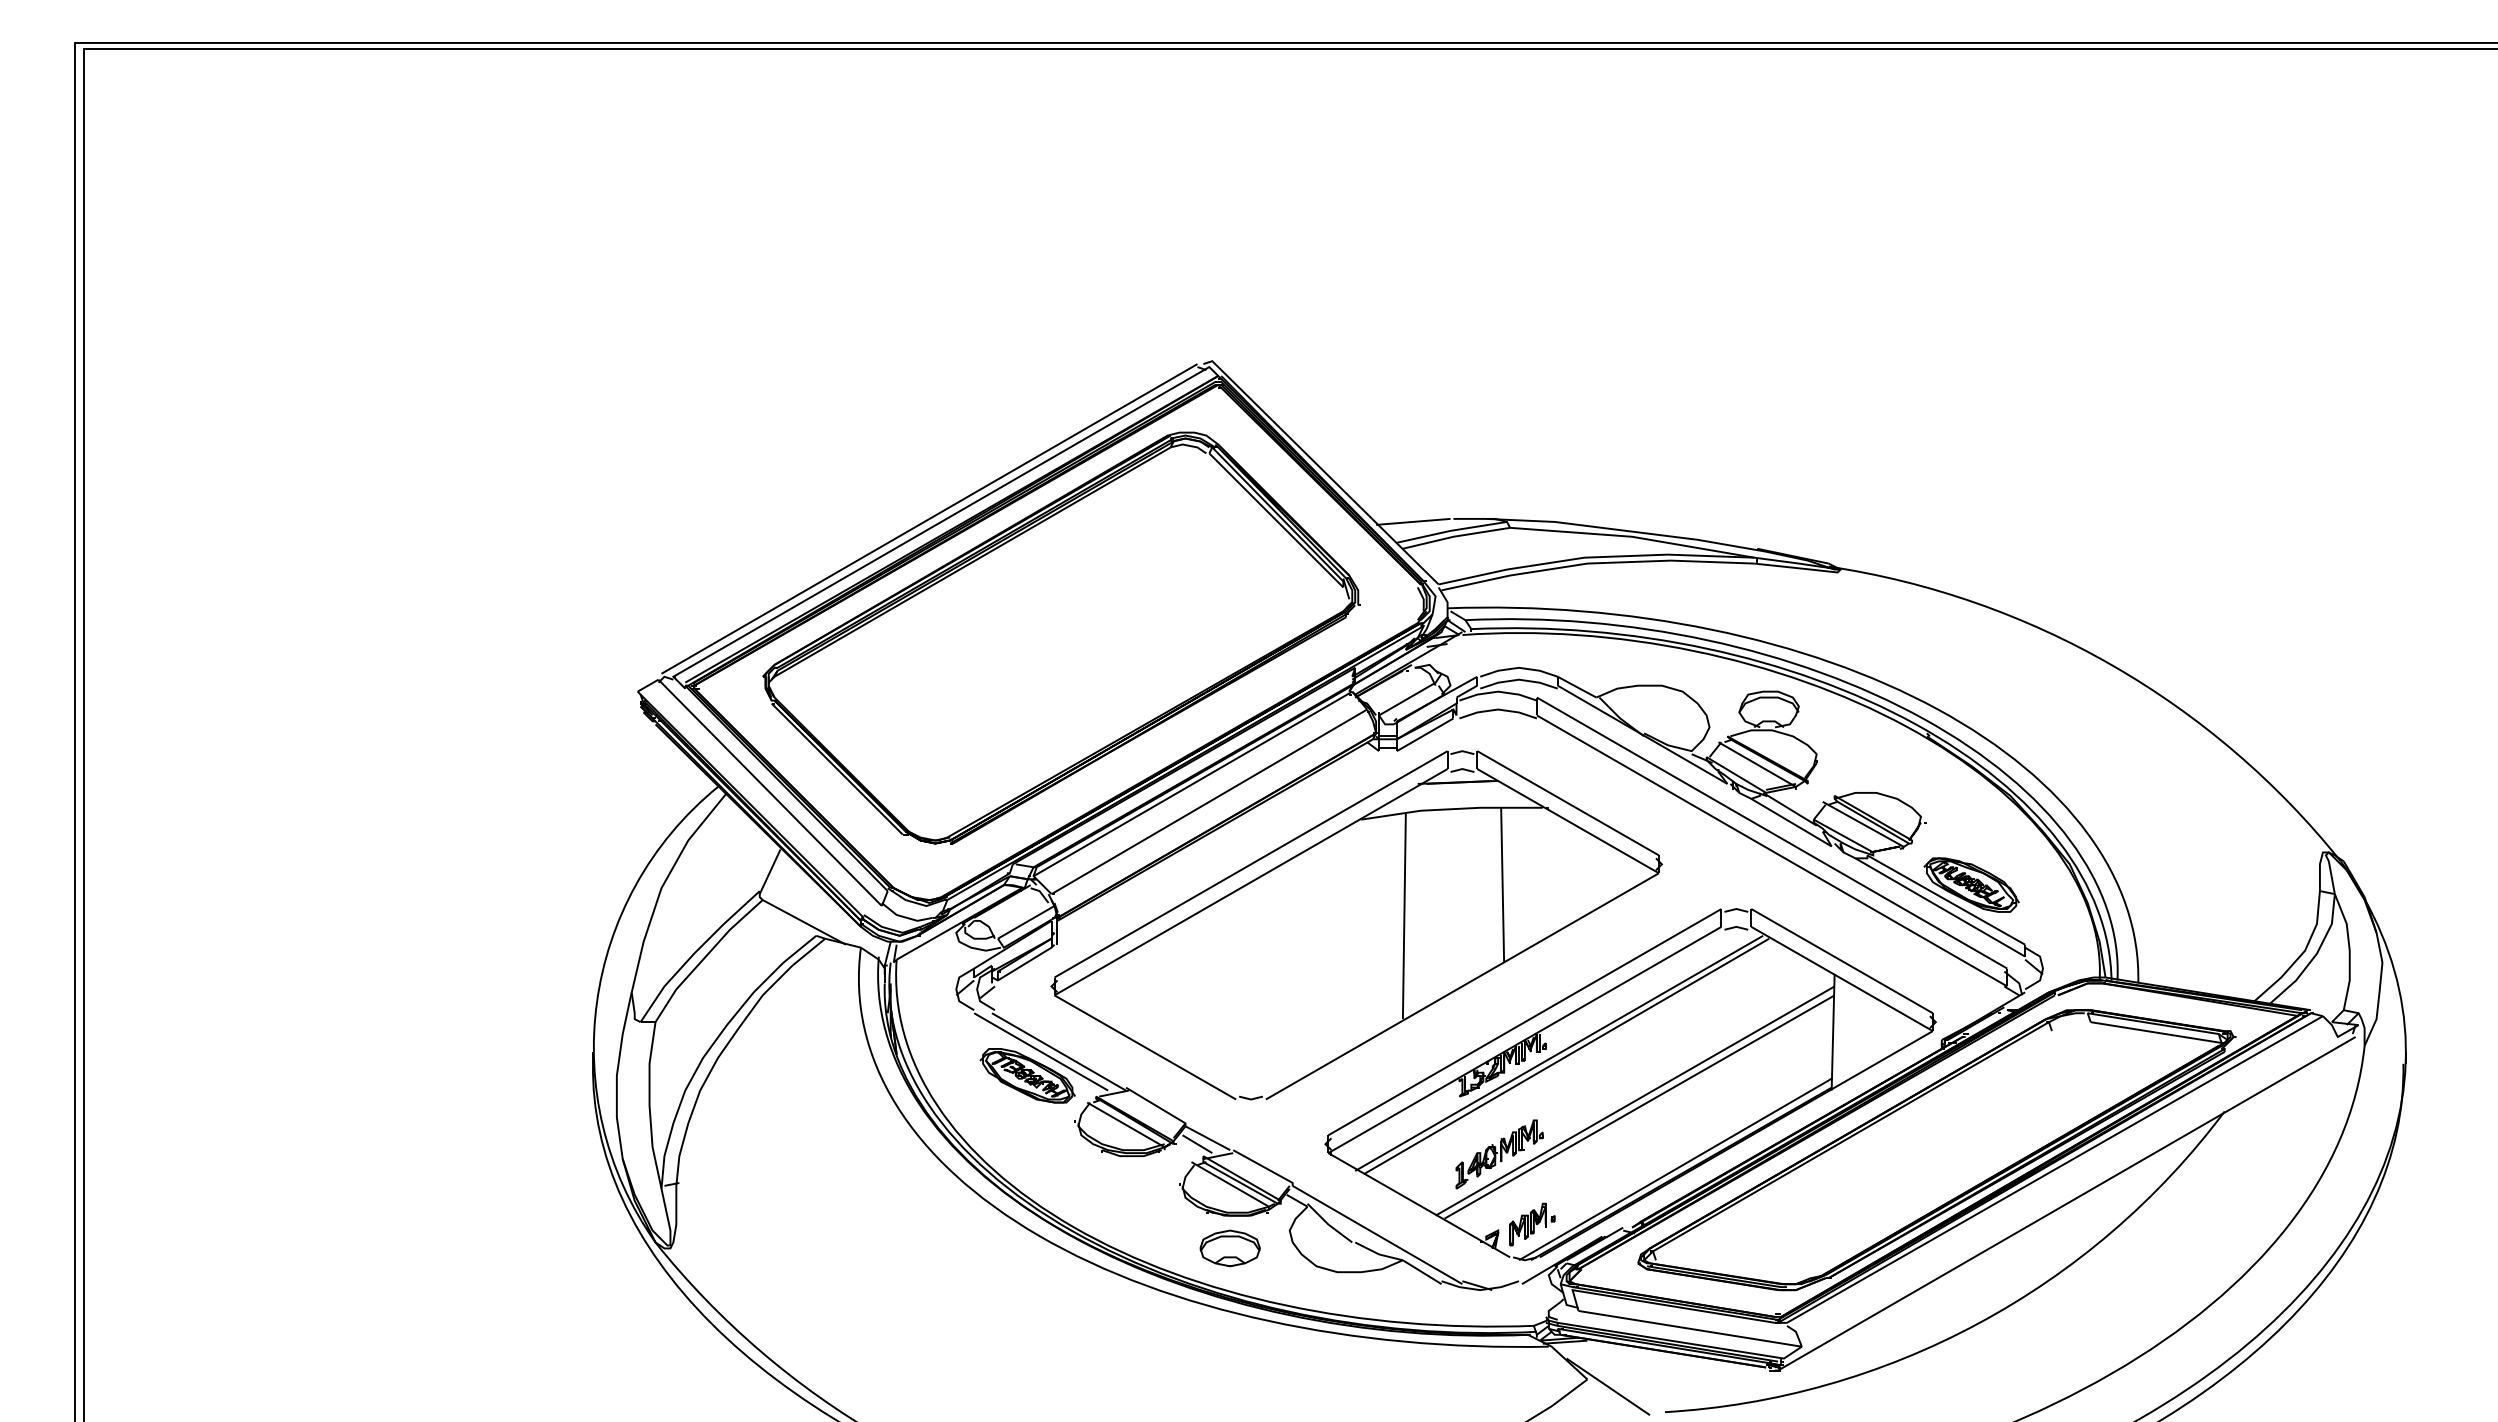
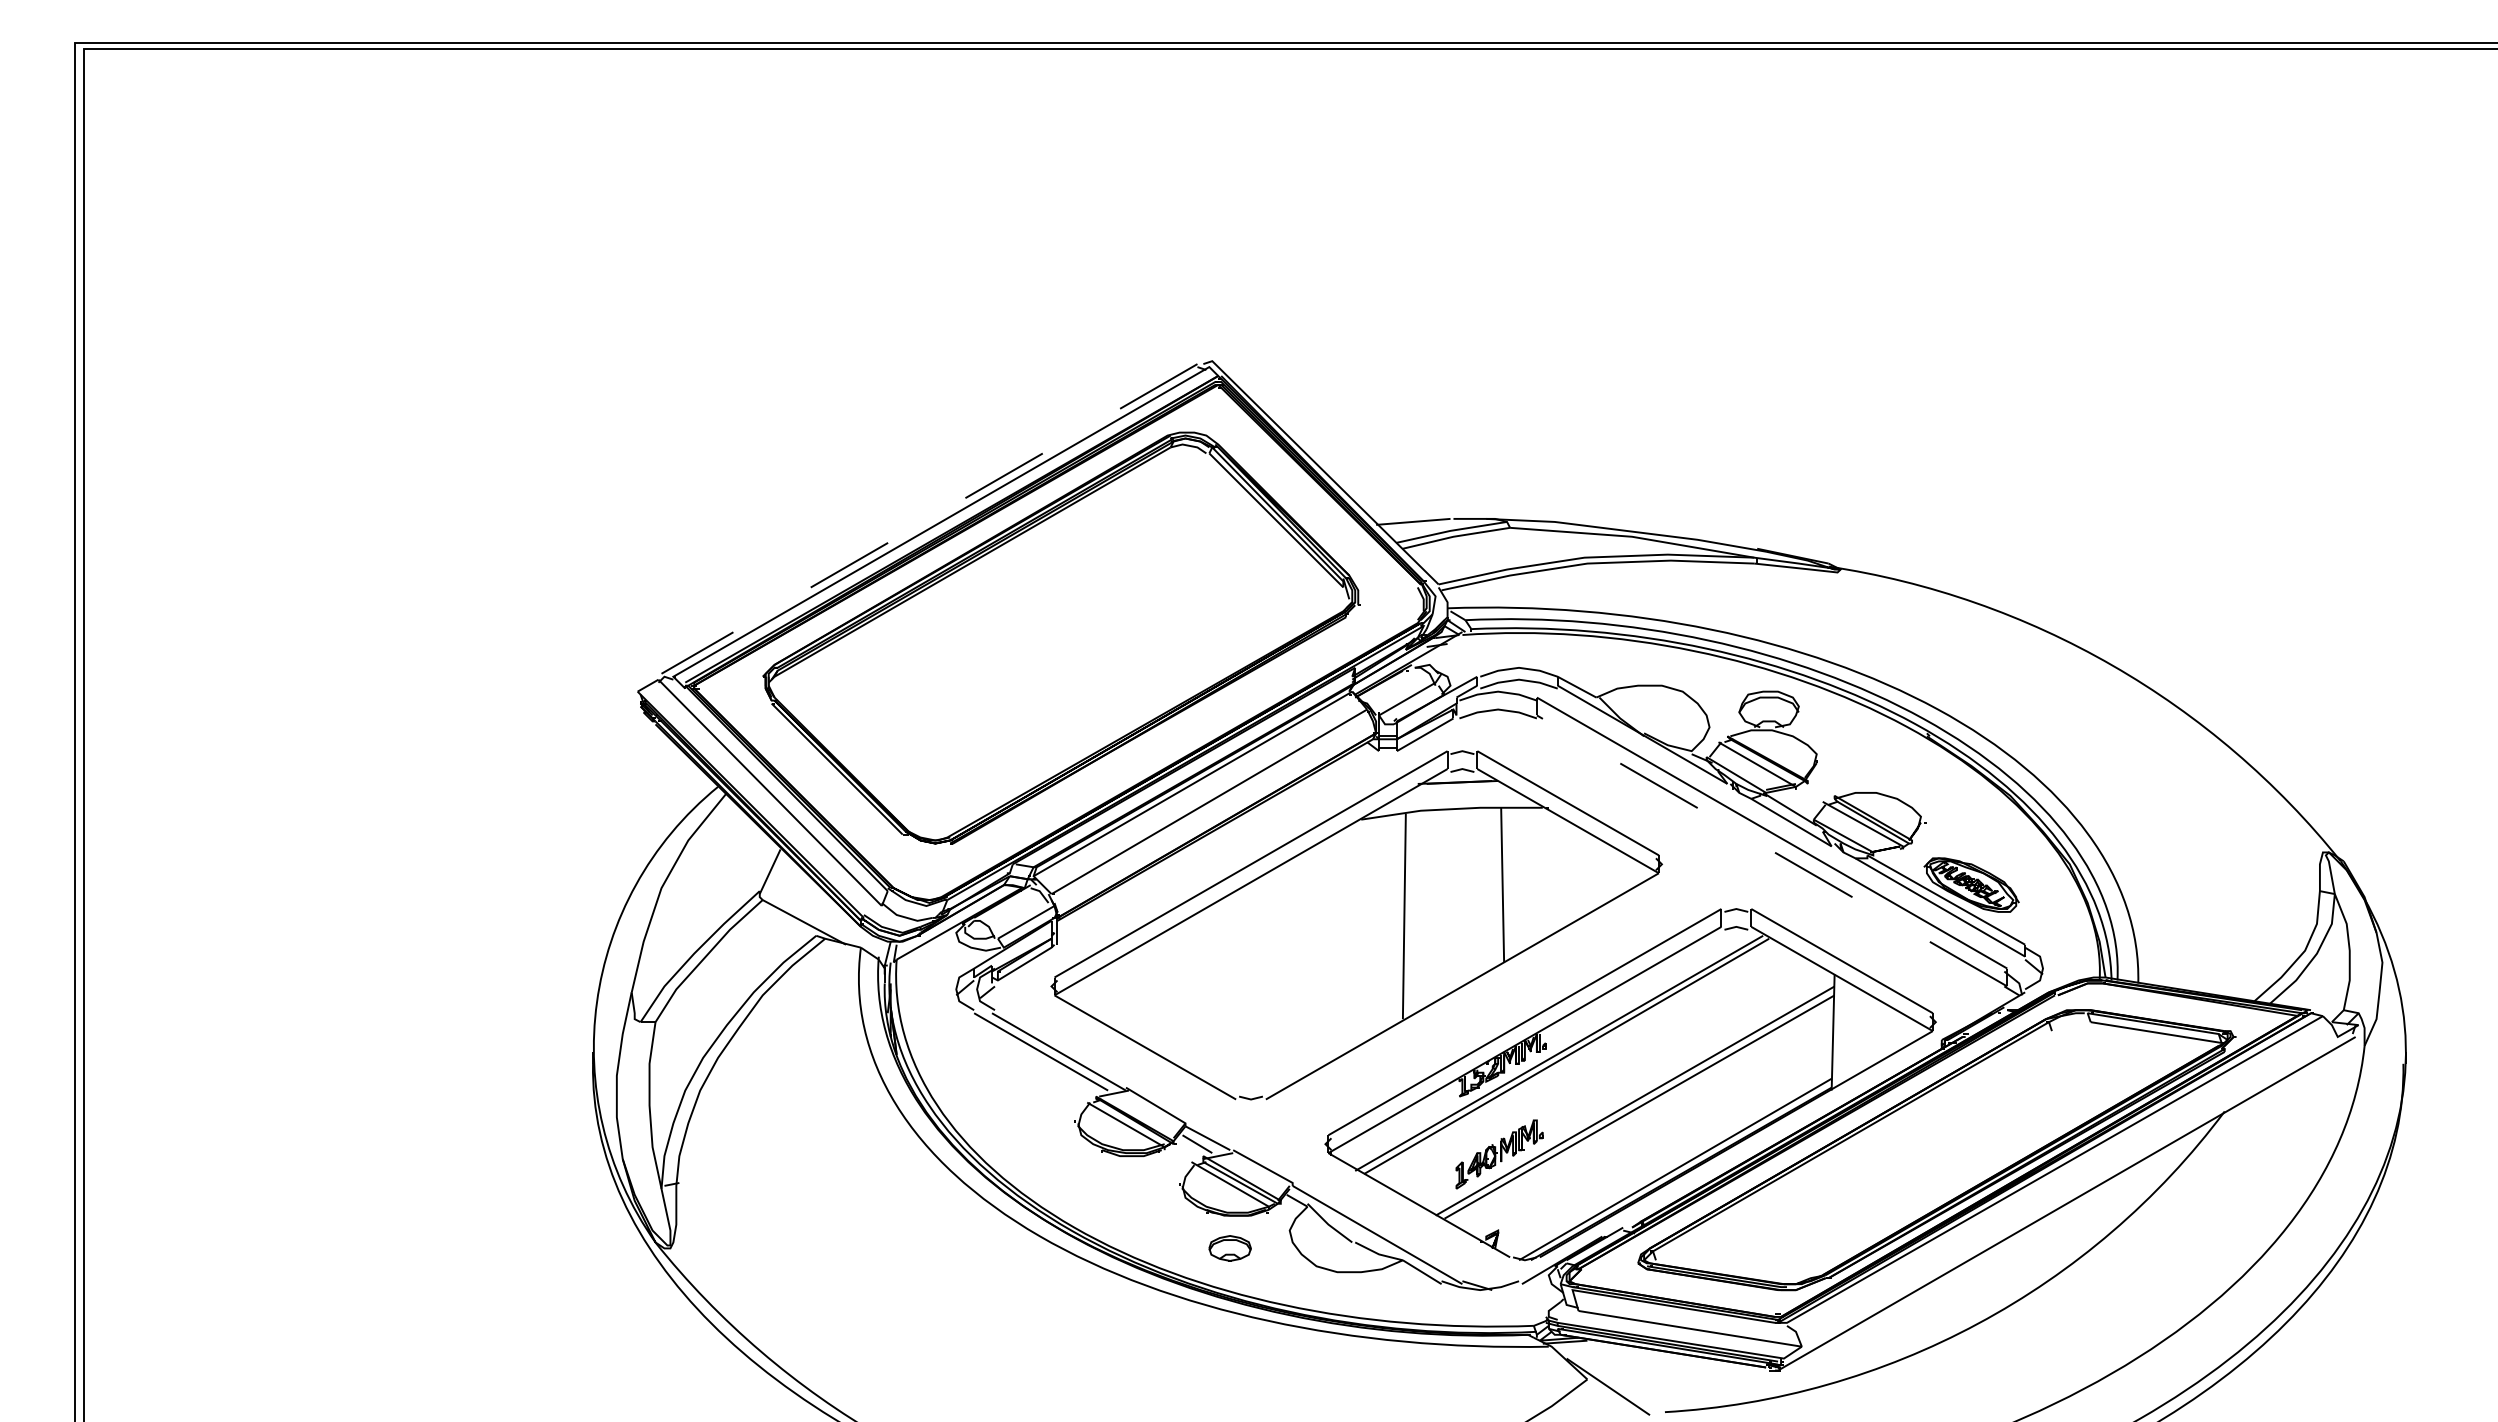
line at (929, 519): solid -> dashed
line at (1771, 850): solid -> dashed
part at (1027, 1075): present -> none
part at (1532, 1224): present -> none
part at (1229, 1248) size: 62x39 px -> 44x27 px
